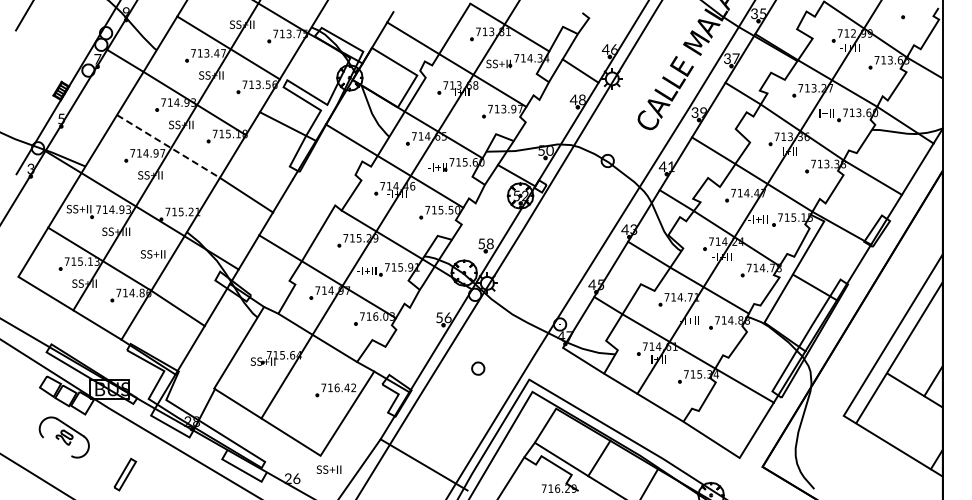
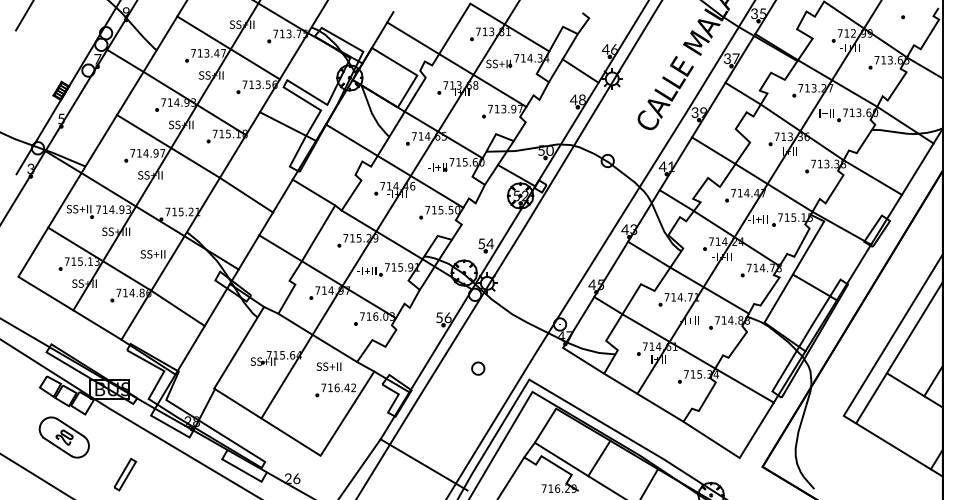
line at (168, 146): dashed -> solid
line at (313, 192): none -> present
text at (490, 243): 58 -> 54
line at (57, 446): none -> present
text at (328, 469) position: (328, 469) -> (328, 366)
